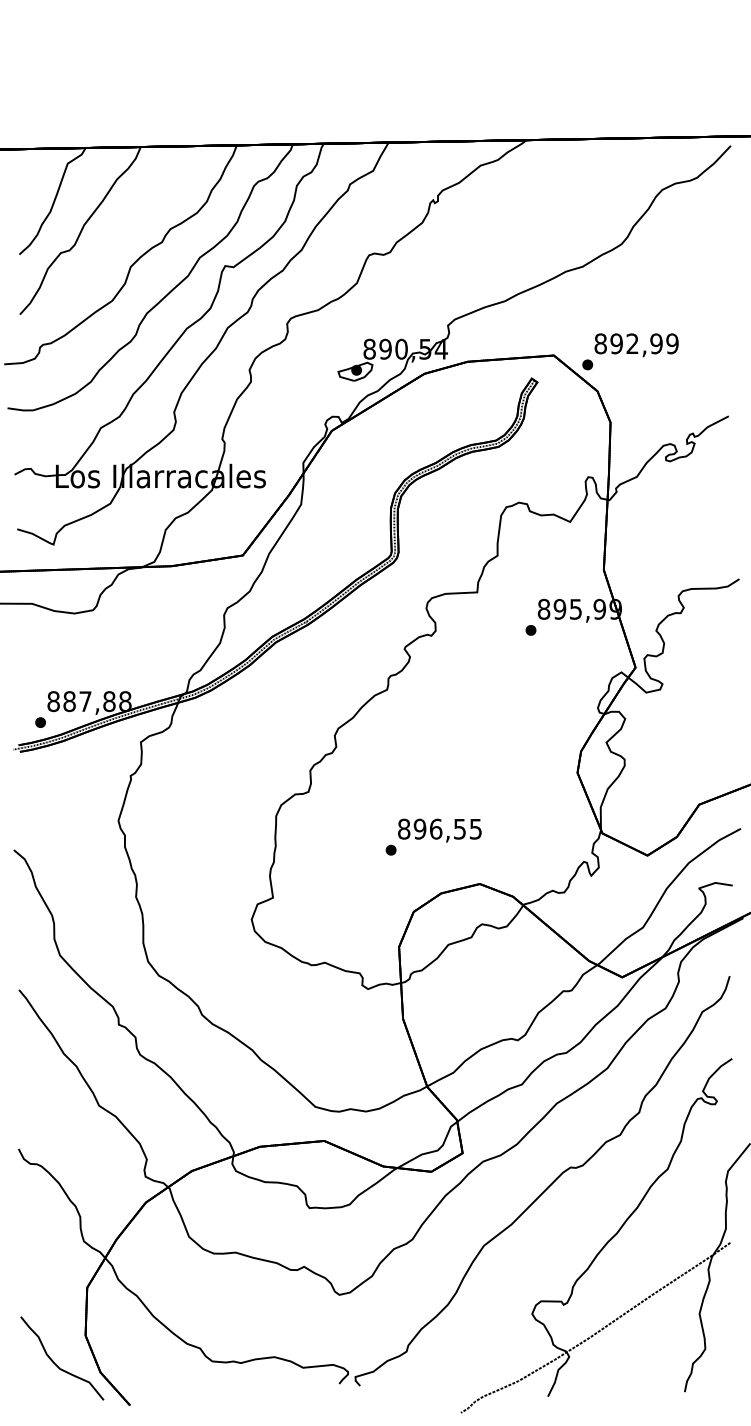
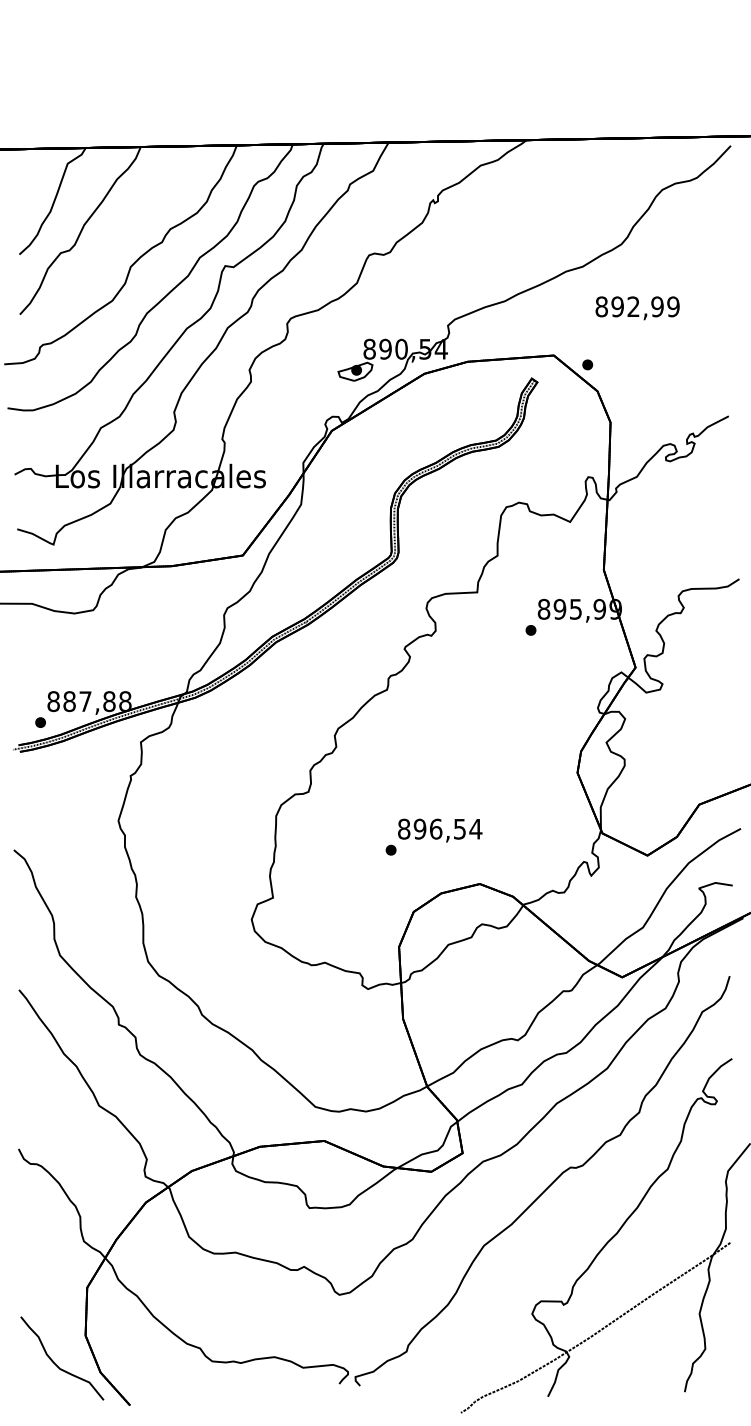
text at (636, 345) position: (636, 345) -> (637, 308)
text at (475, 829): 896,55 -> 896,54
